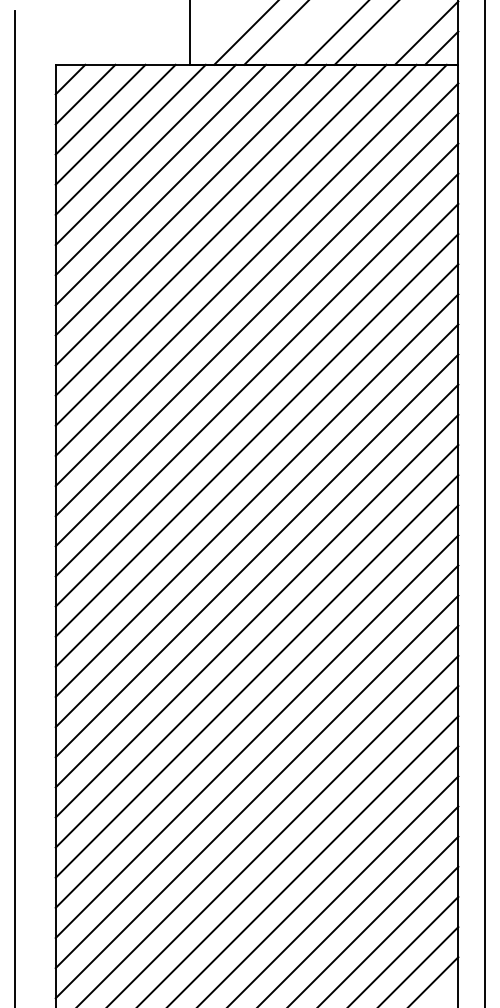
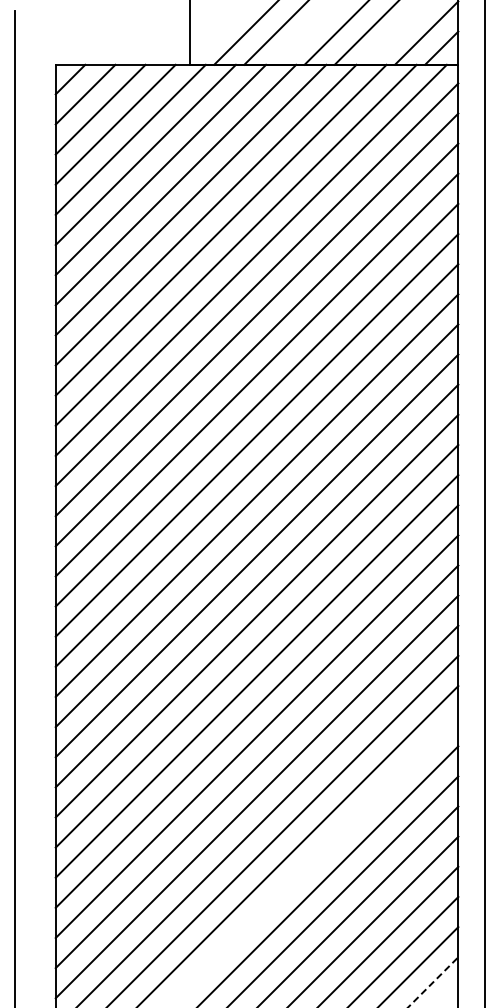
line at (313, 860): present -> none
line at (433, 981): solid -> dashed
